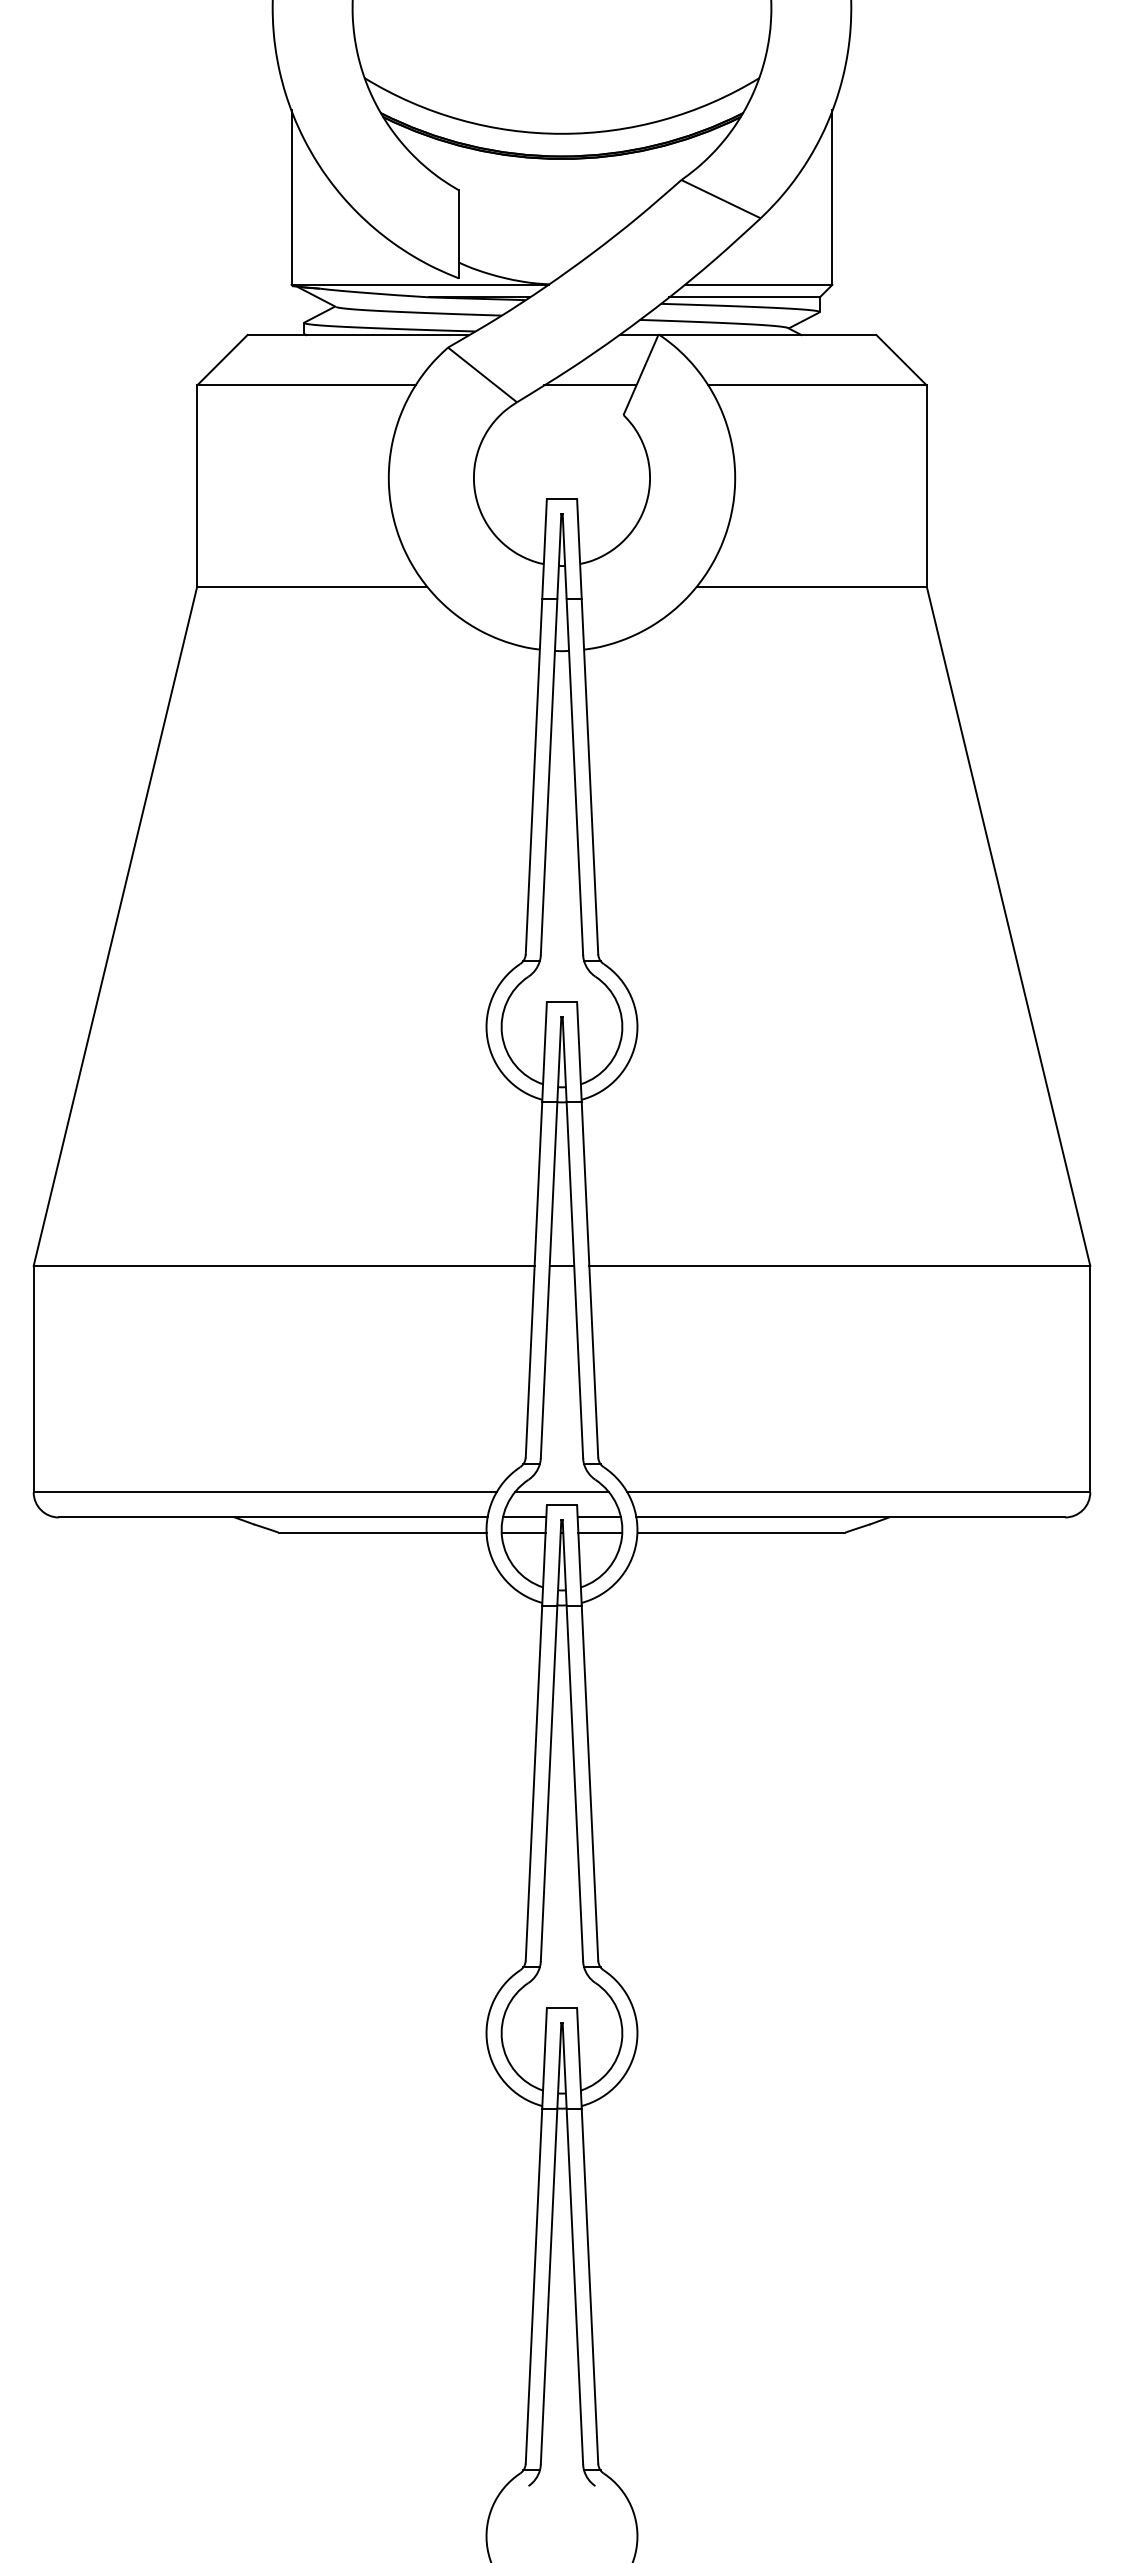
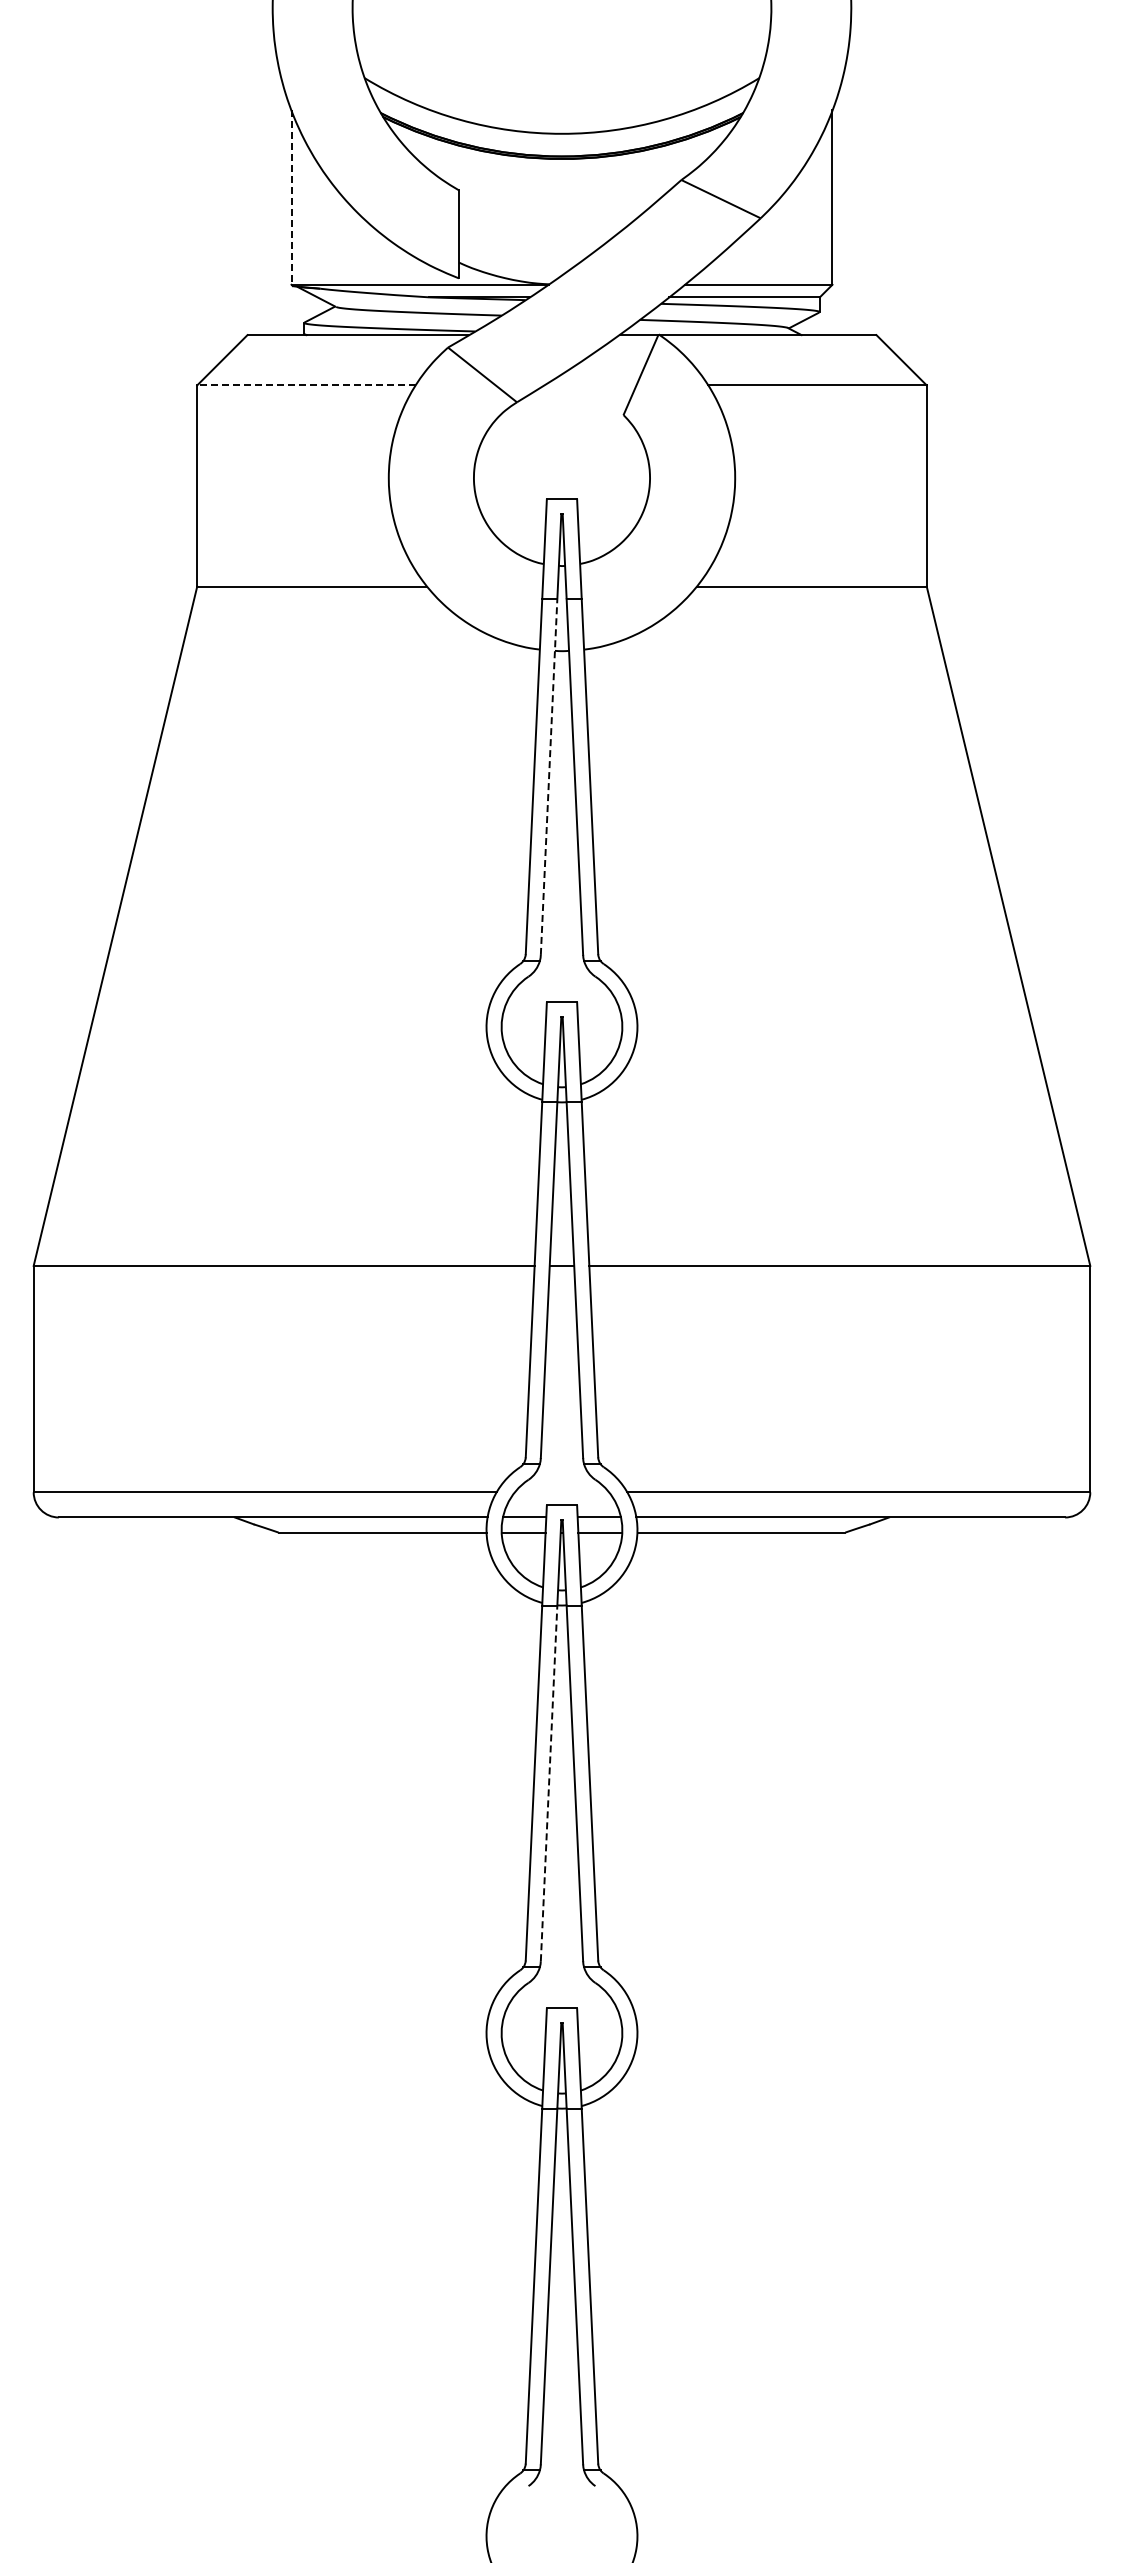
line at (291, 198): solid -> dashed
line at (305, 385): solid -> dashed
line at (590, 385): present -> none
line at (549, 776): solid -> dashed
line at (561, 1492): present -> none
line at (549, 1782): solid -> dashed
